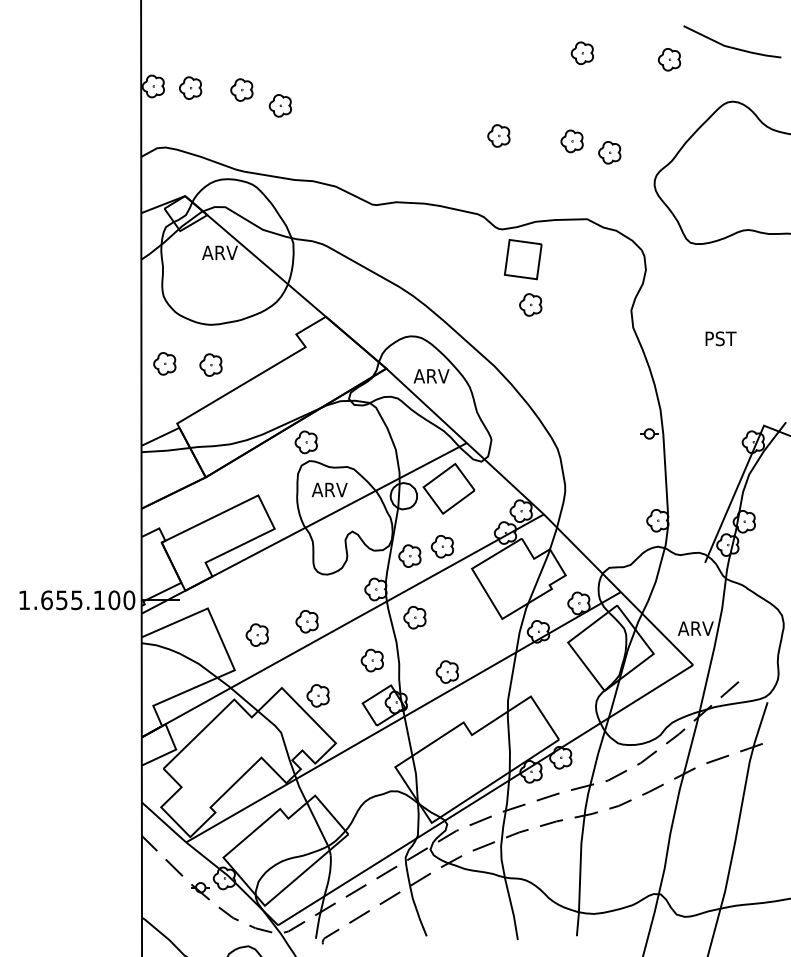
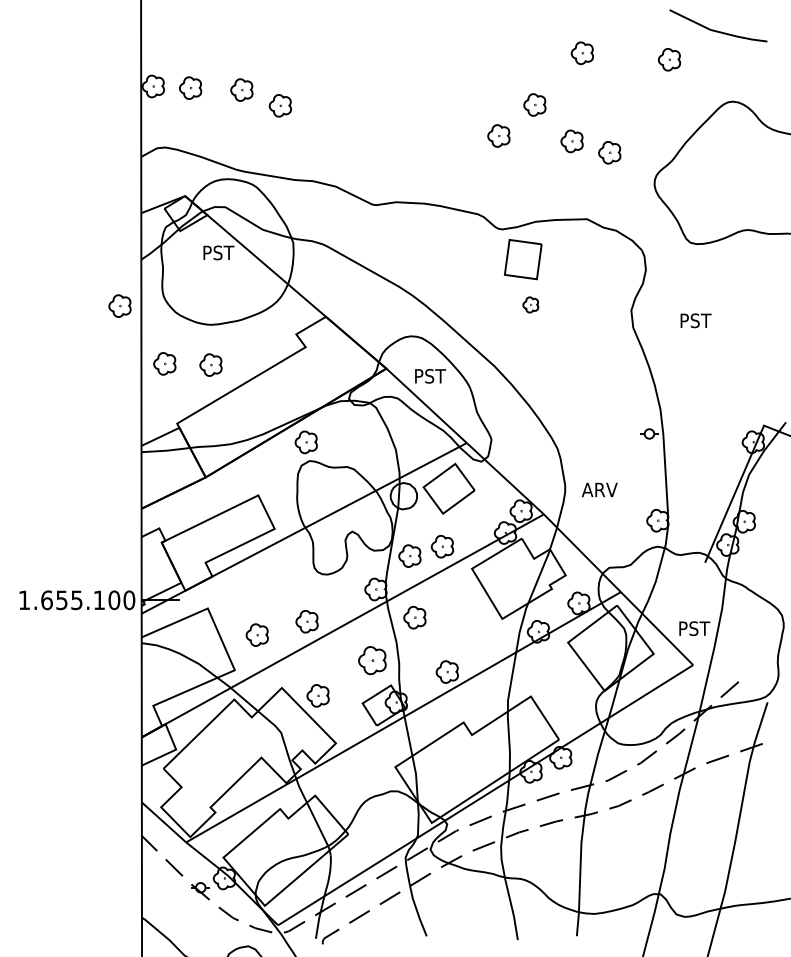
line at (731, 46) position: (731, 46) -> (717, 30)
part at (534, 104): none -> present
text at (219, 252): ARV -> PST
part at (530, 304) size: 24x24 px -> 18x18 px
part at (119, 305): none -> present
text at (720, 338) position: (720, 338) -> (695, 320)
text at (431, 376): ARV -> PST
text at (329, 489) position: (329, 489) -> (599, 489)
text at (695, 628): ARV -> PST
part at (371, 660) size: 24x25 px -> 29x30 px
